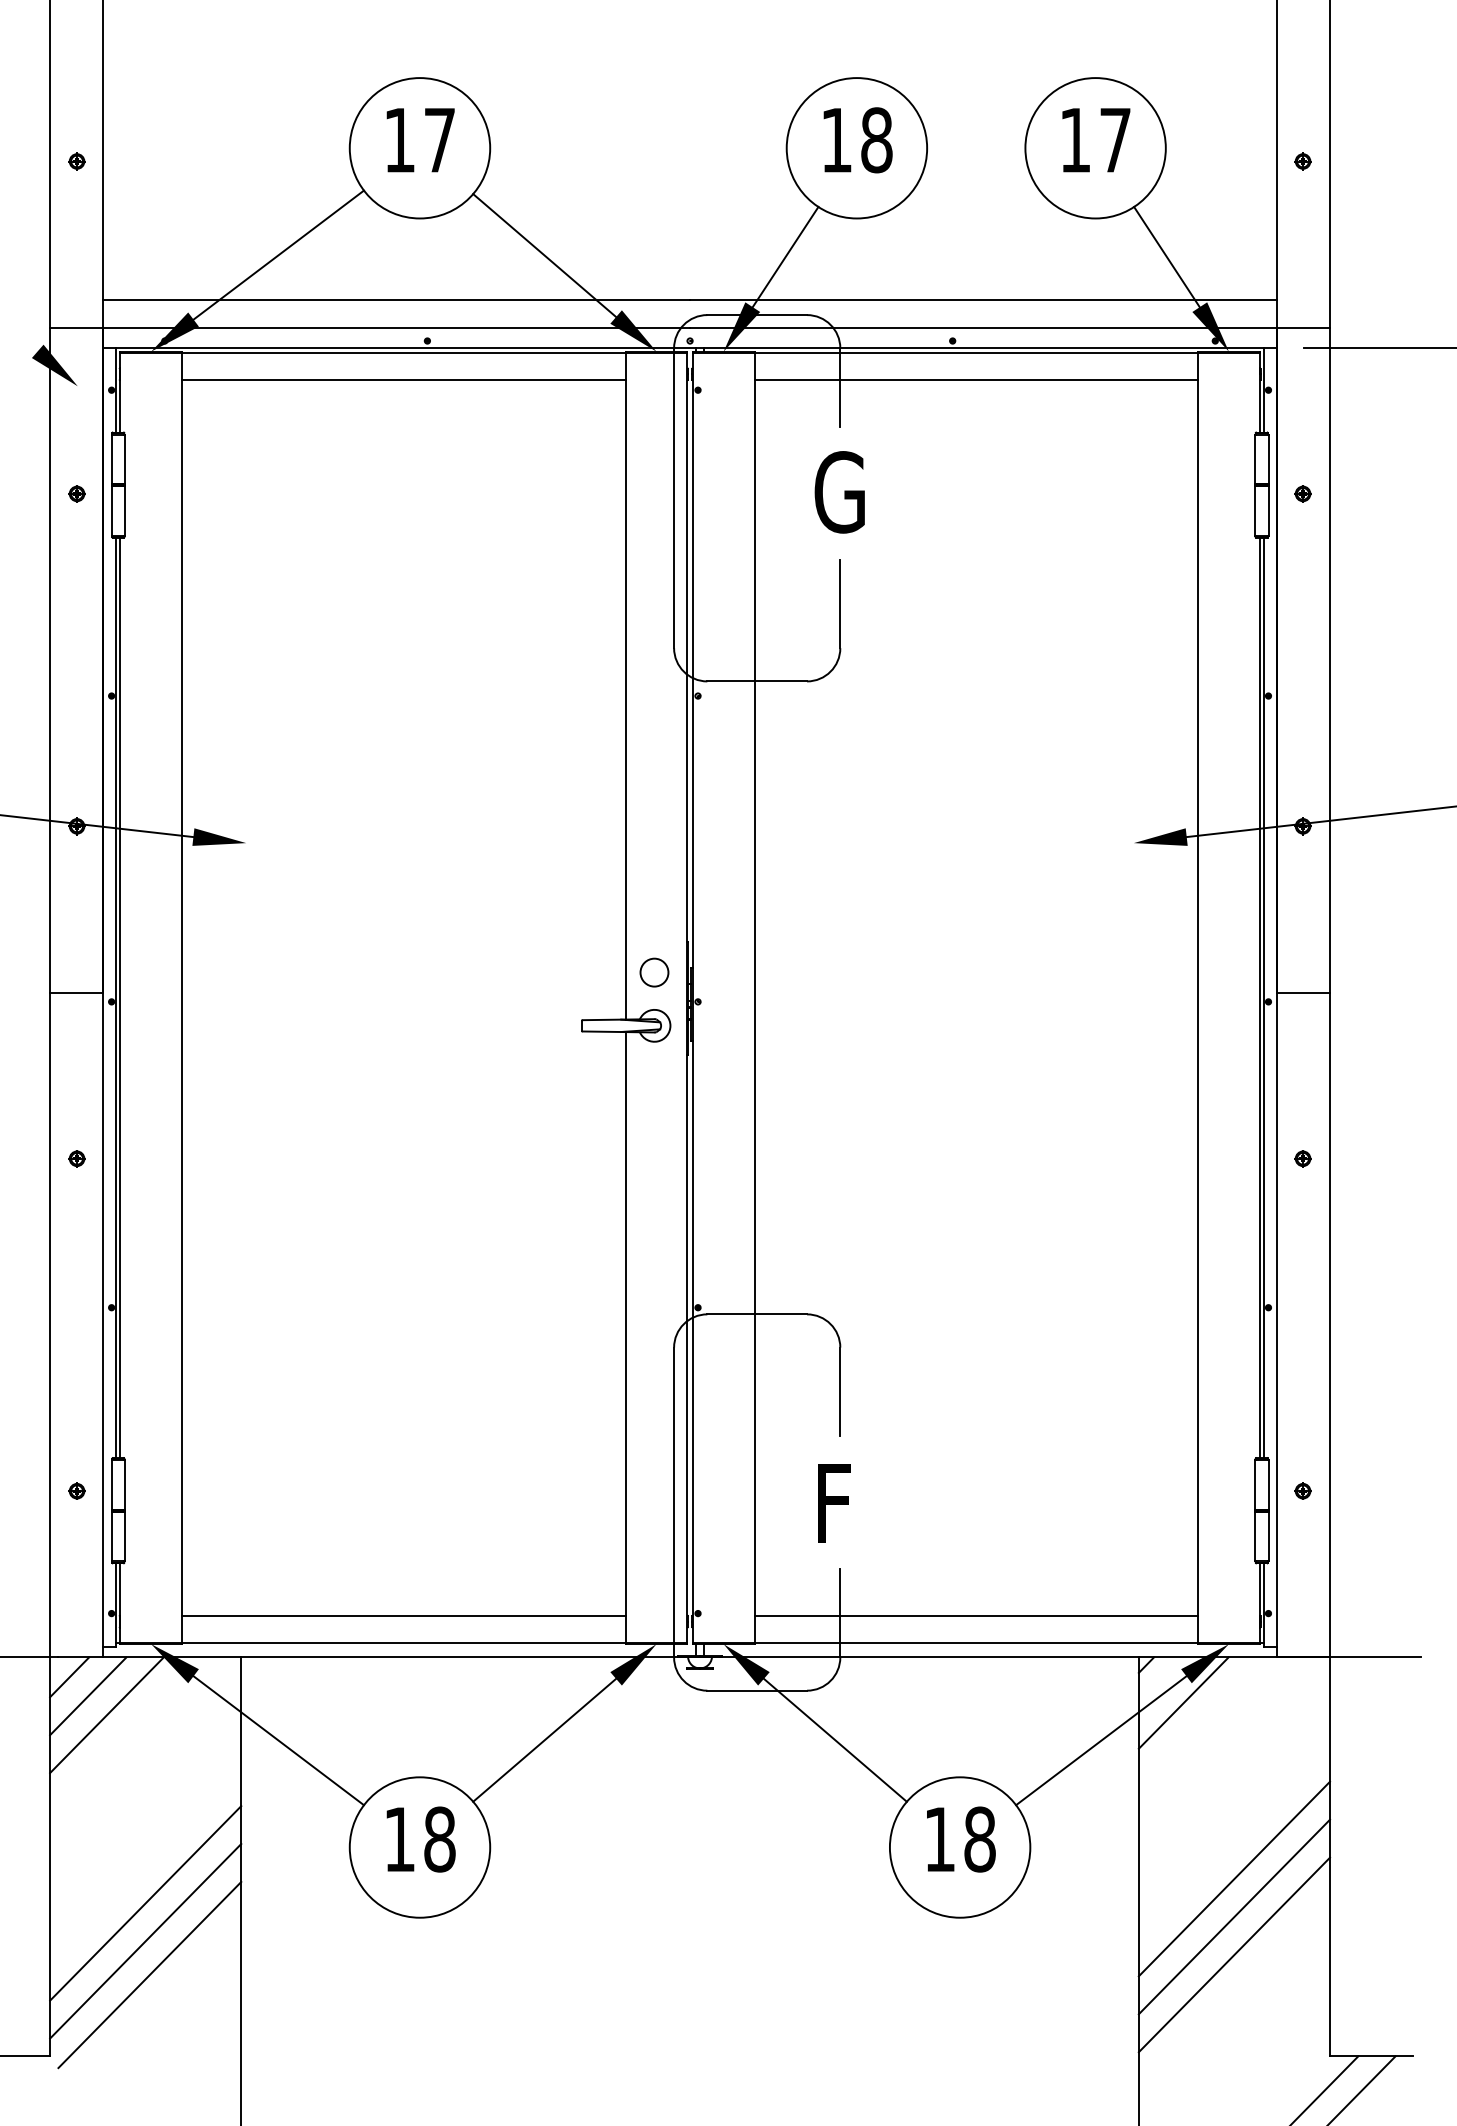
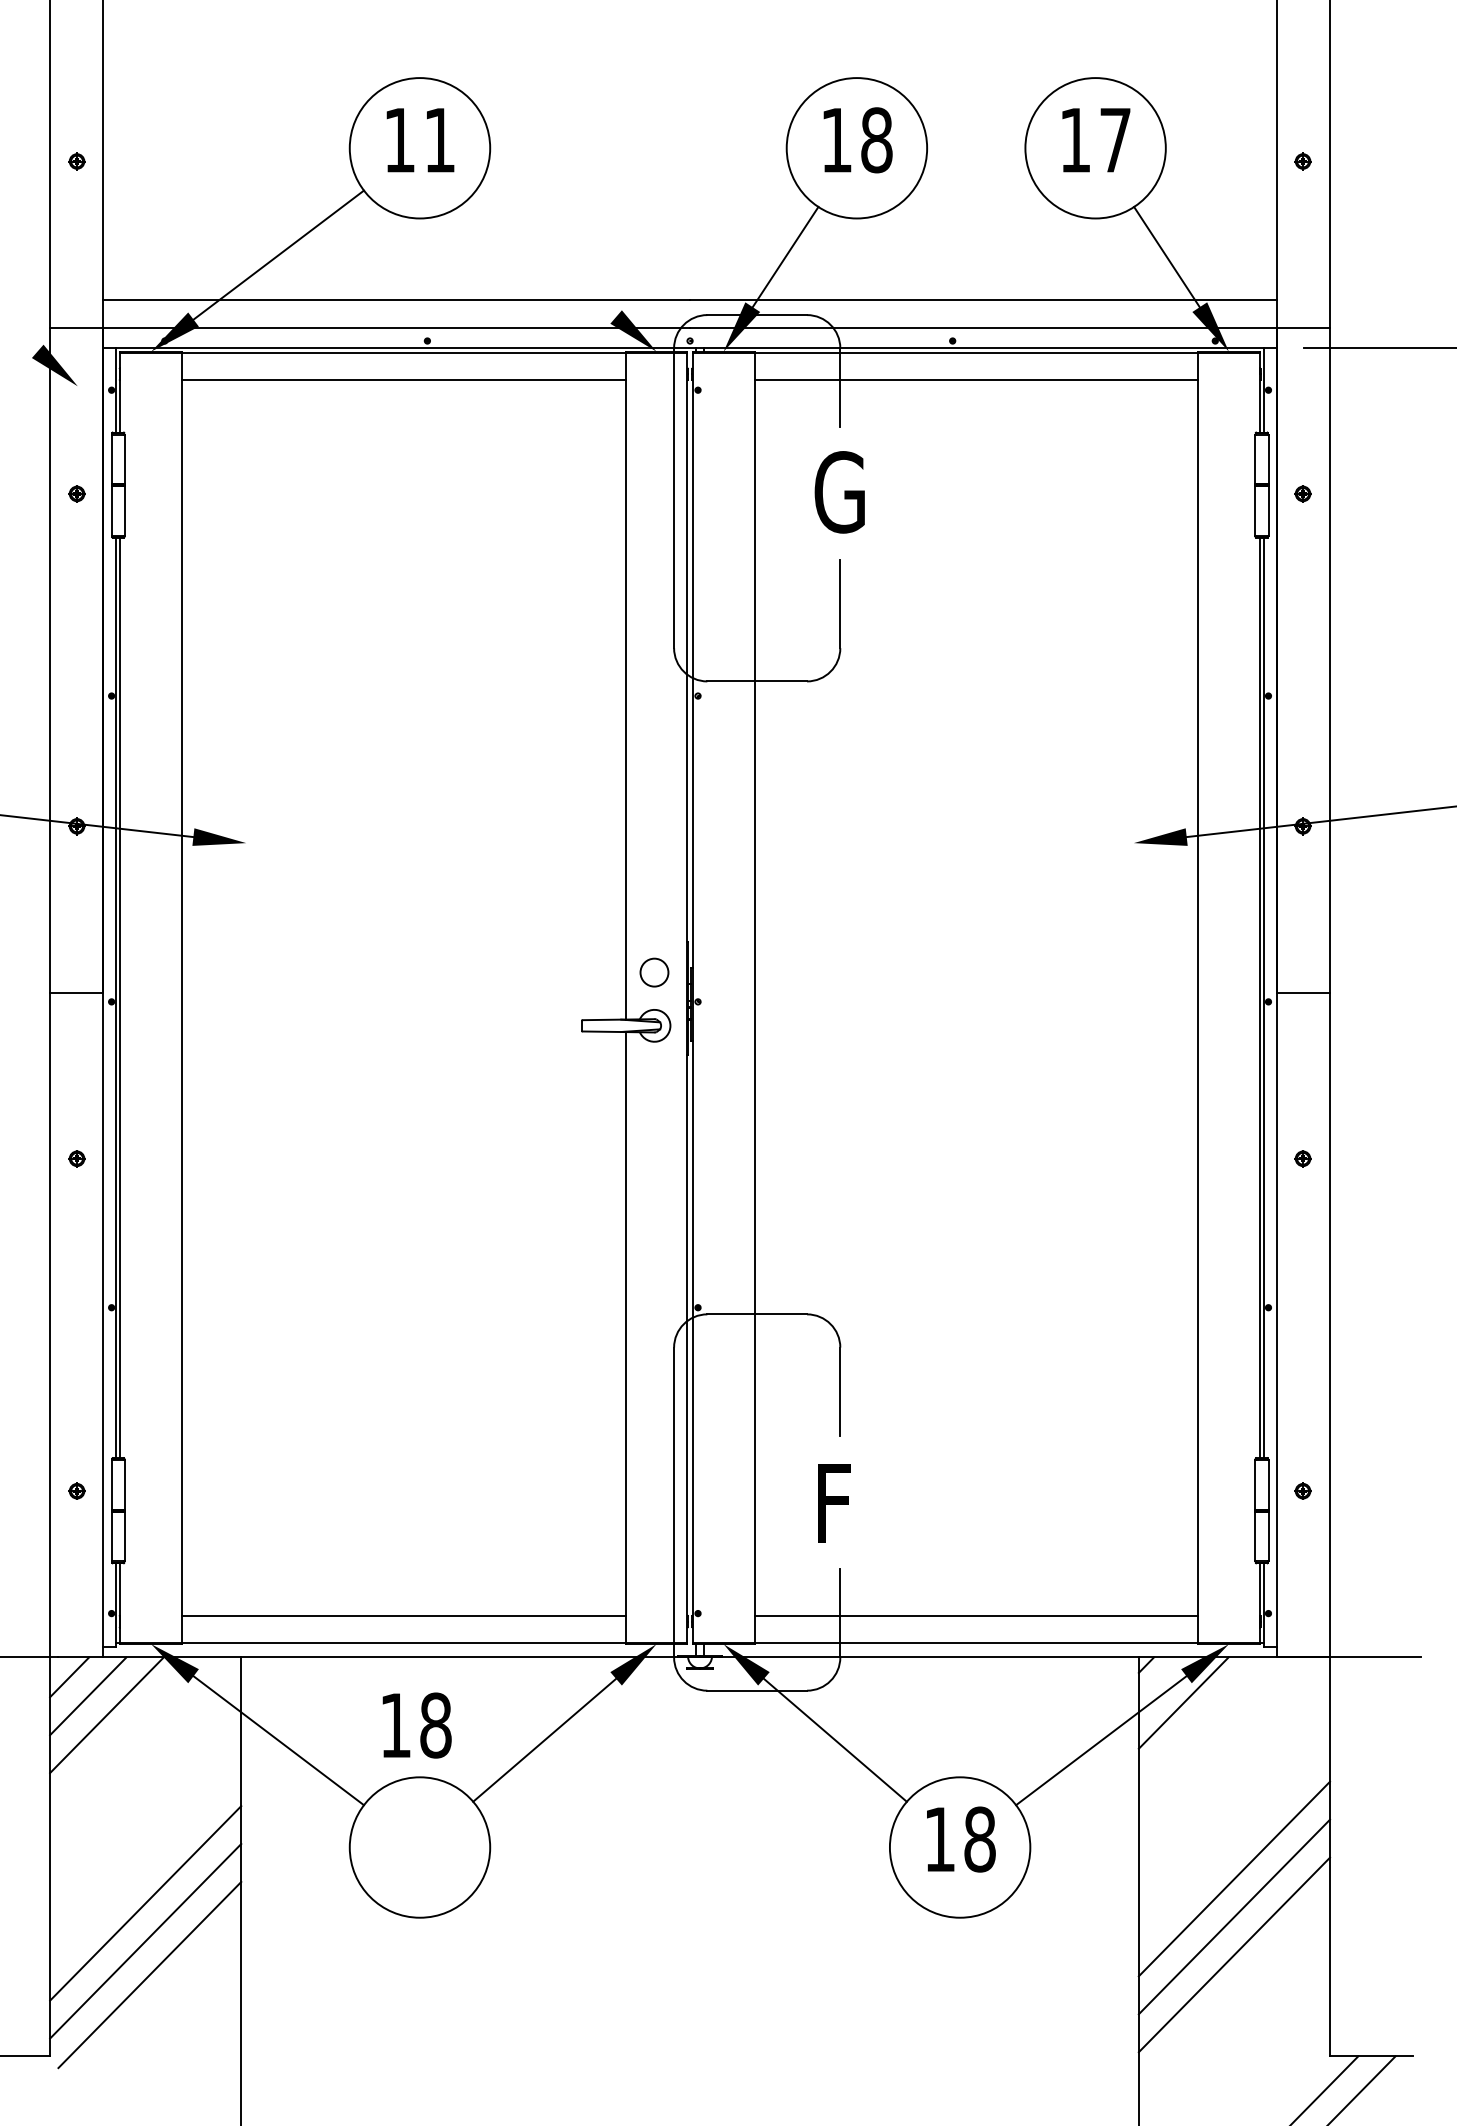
text at (439, 140): 17 -> 11
line at (544, 255): present -> none
text at (420, 1839) position: (420, 1839) -> (416, 1725)
